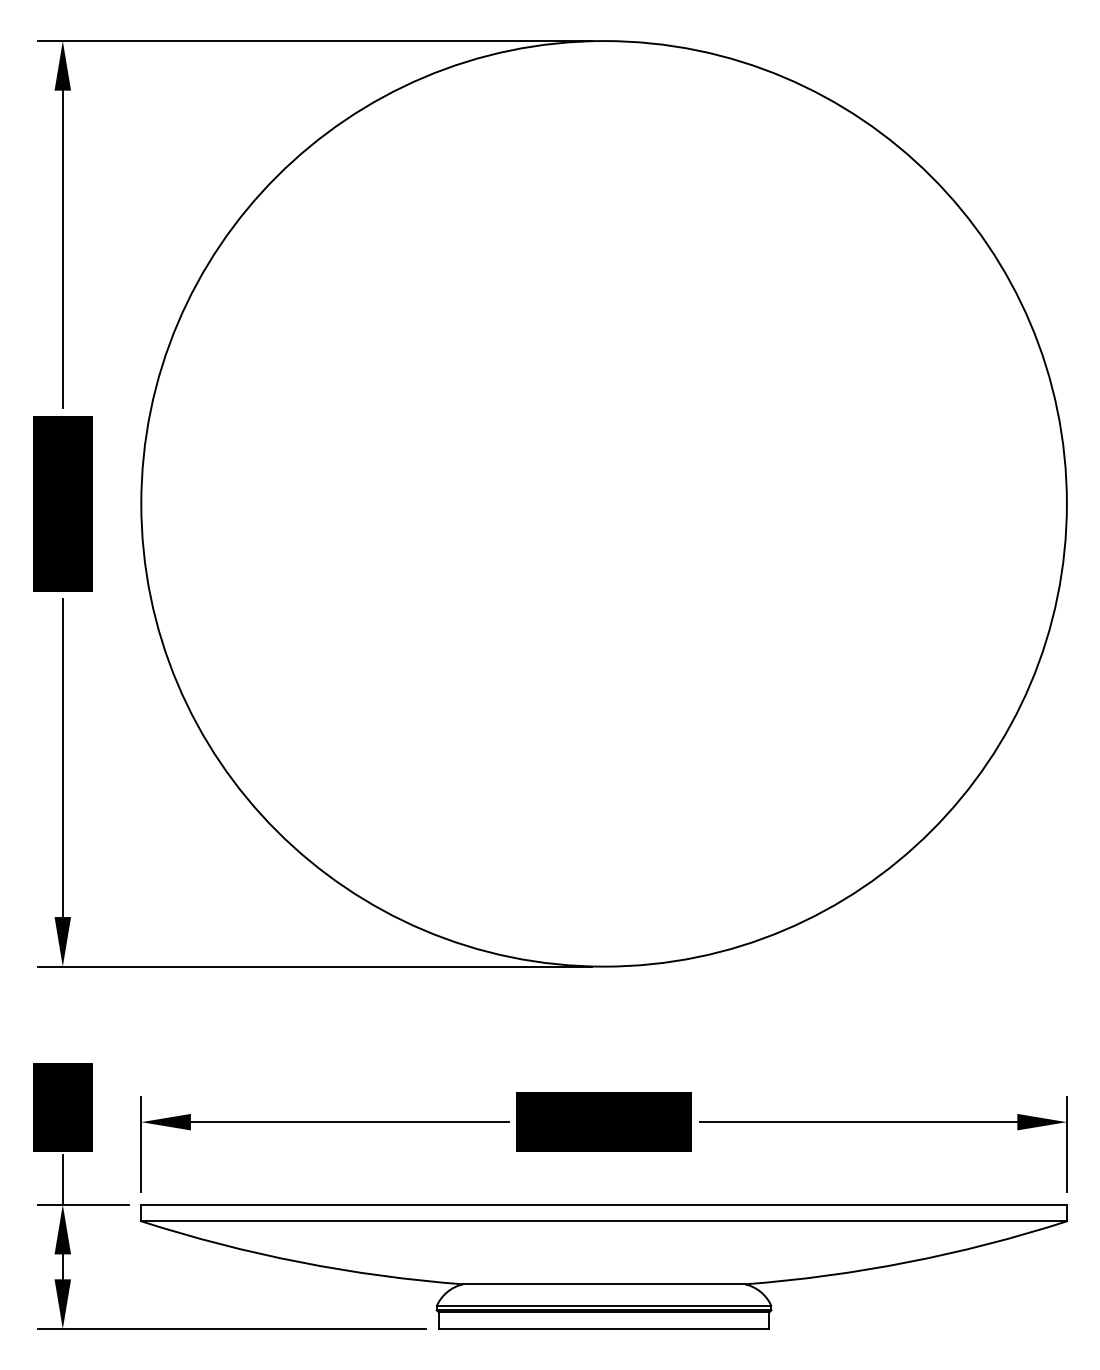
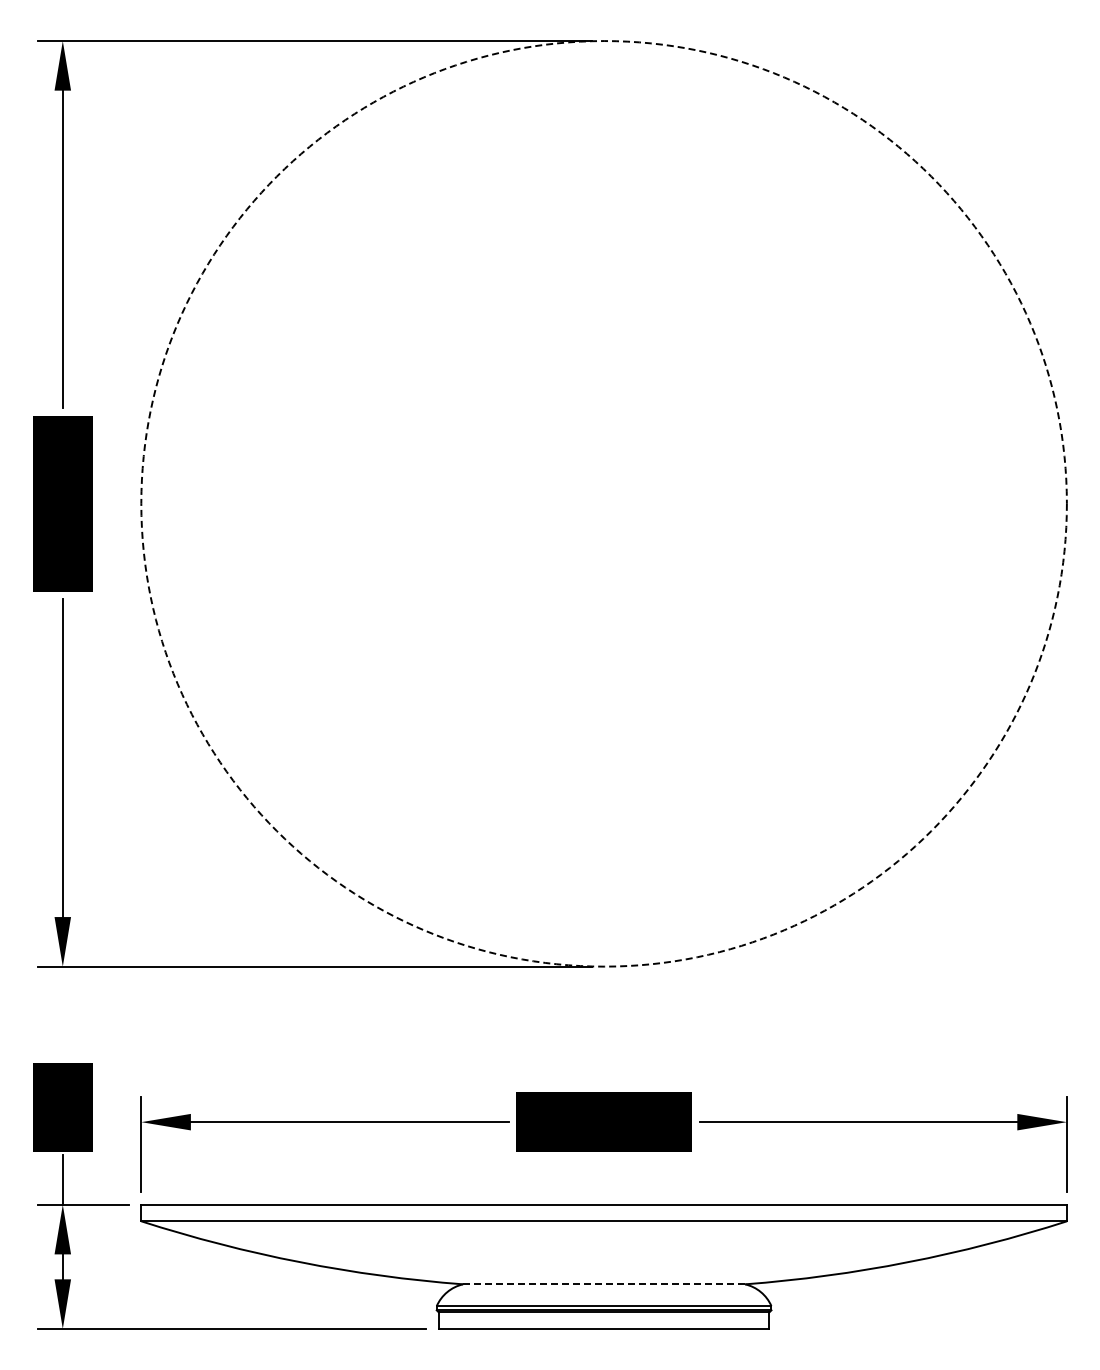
circle at (603, 503): solid -> dashed
line at (603, 1284): solid -> dashed
